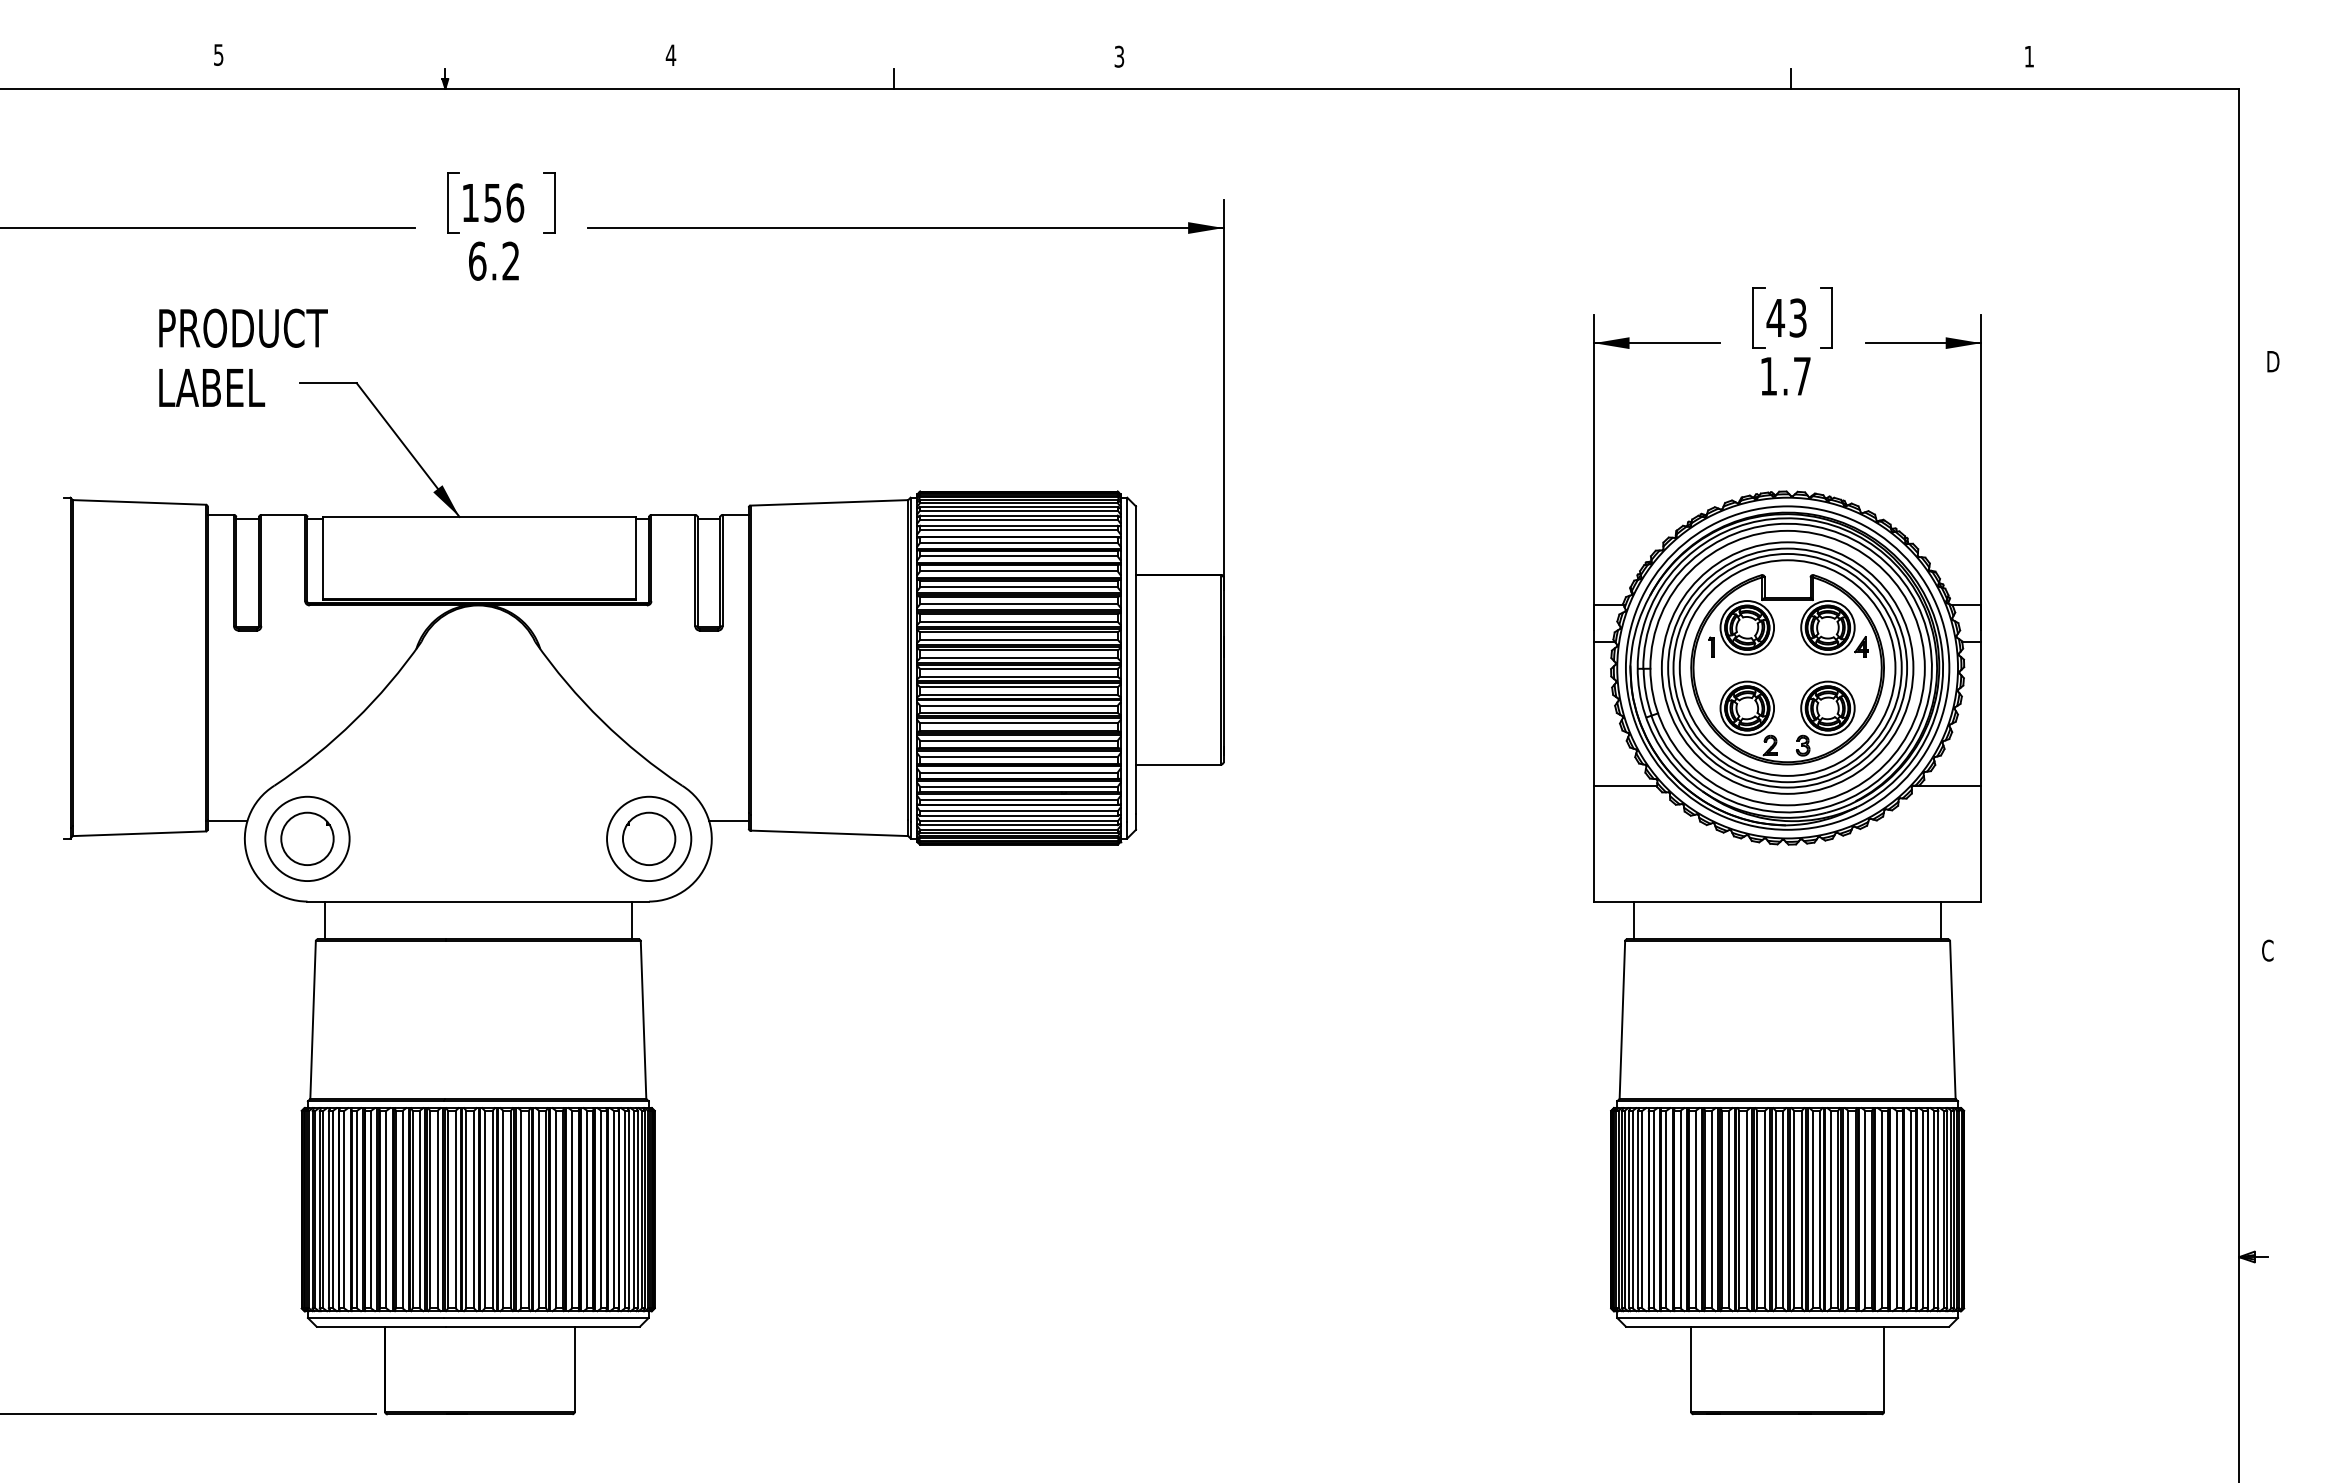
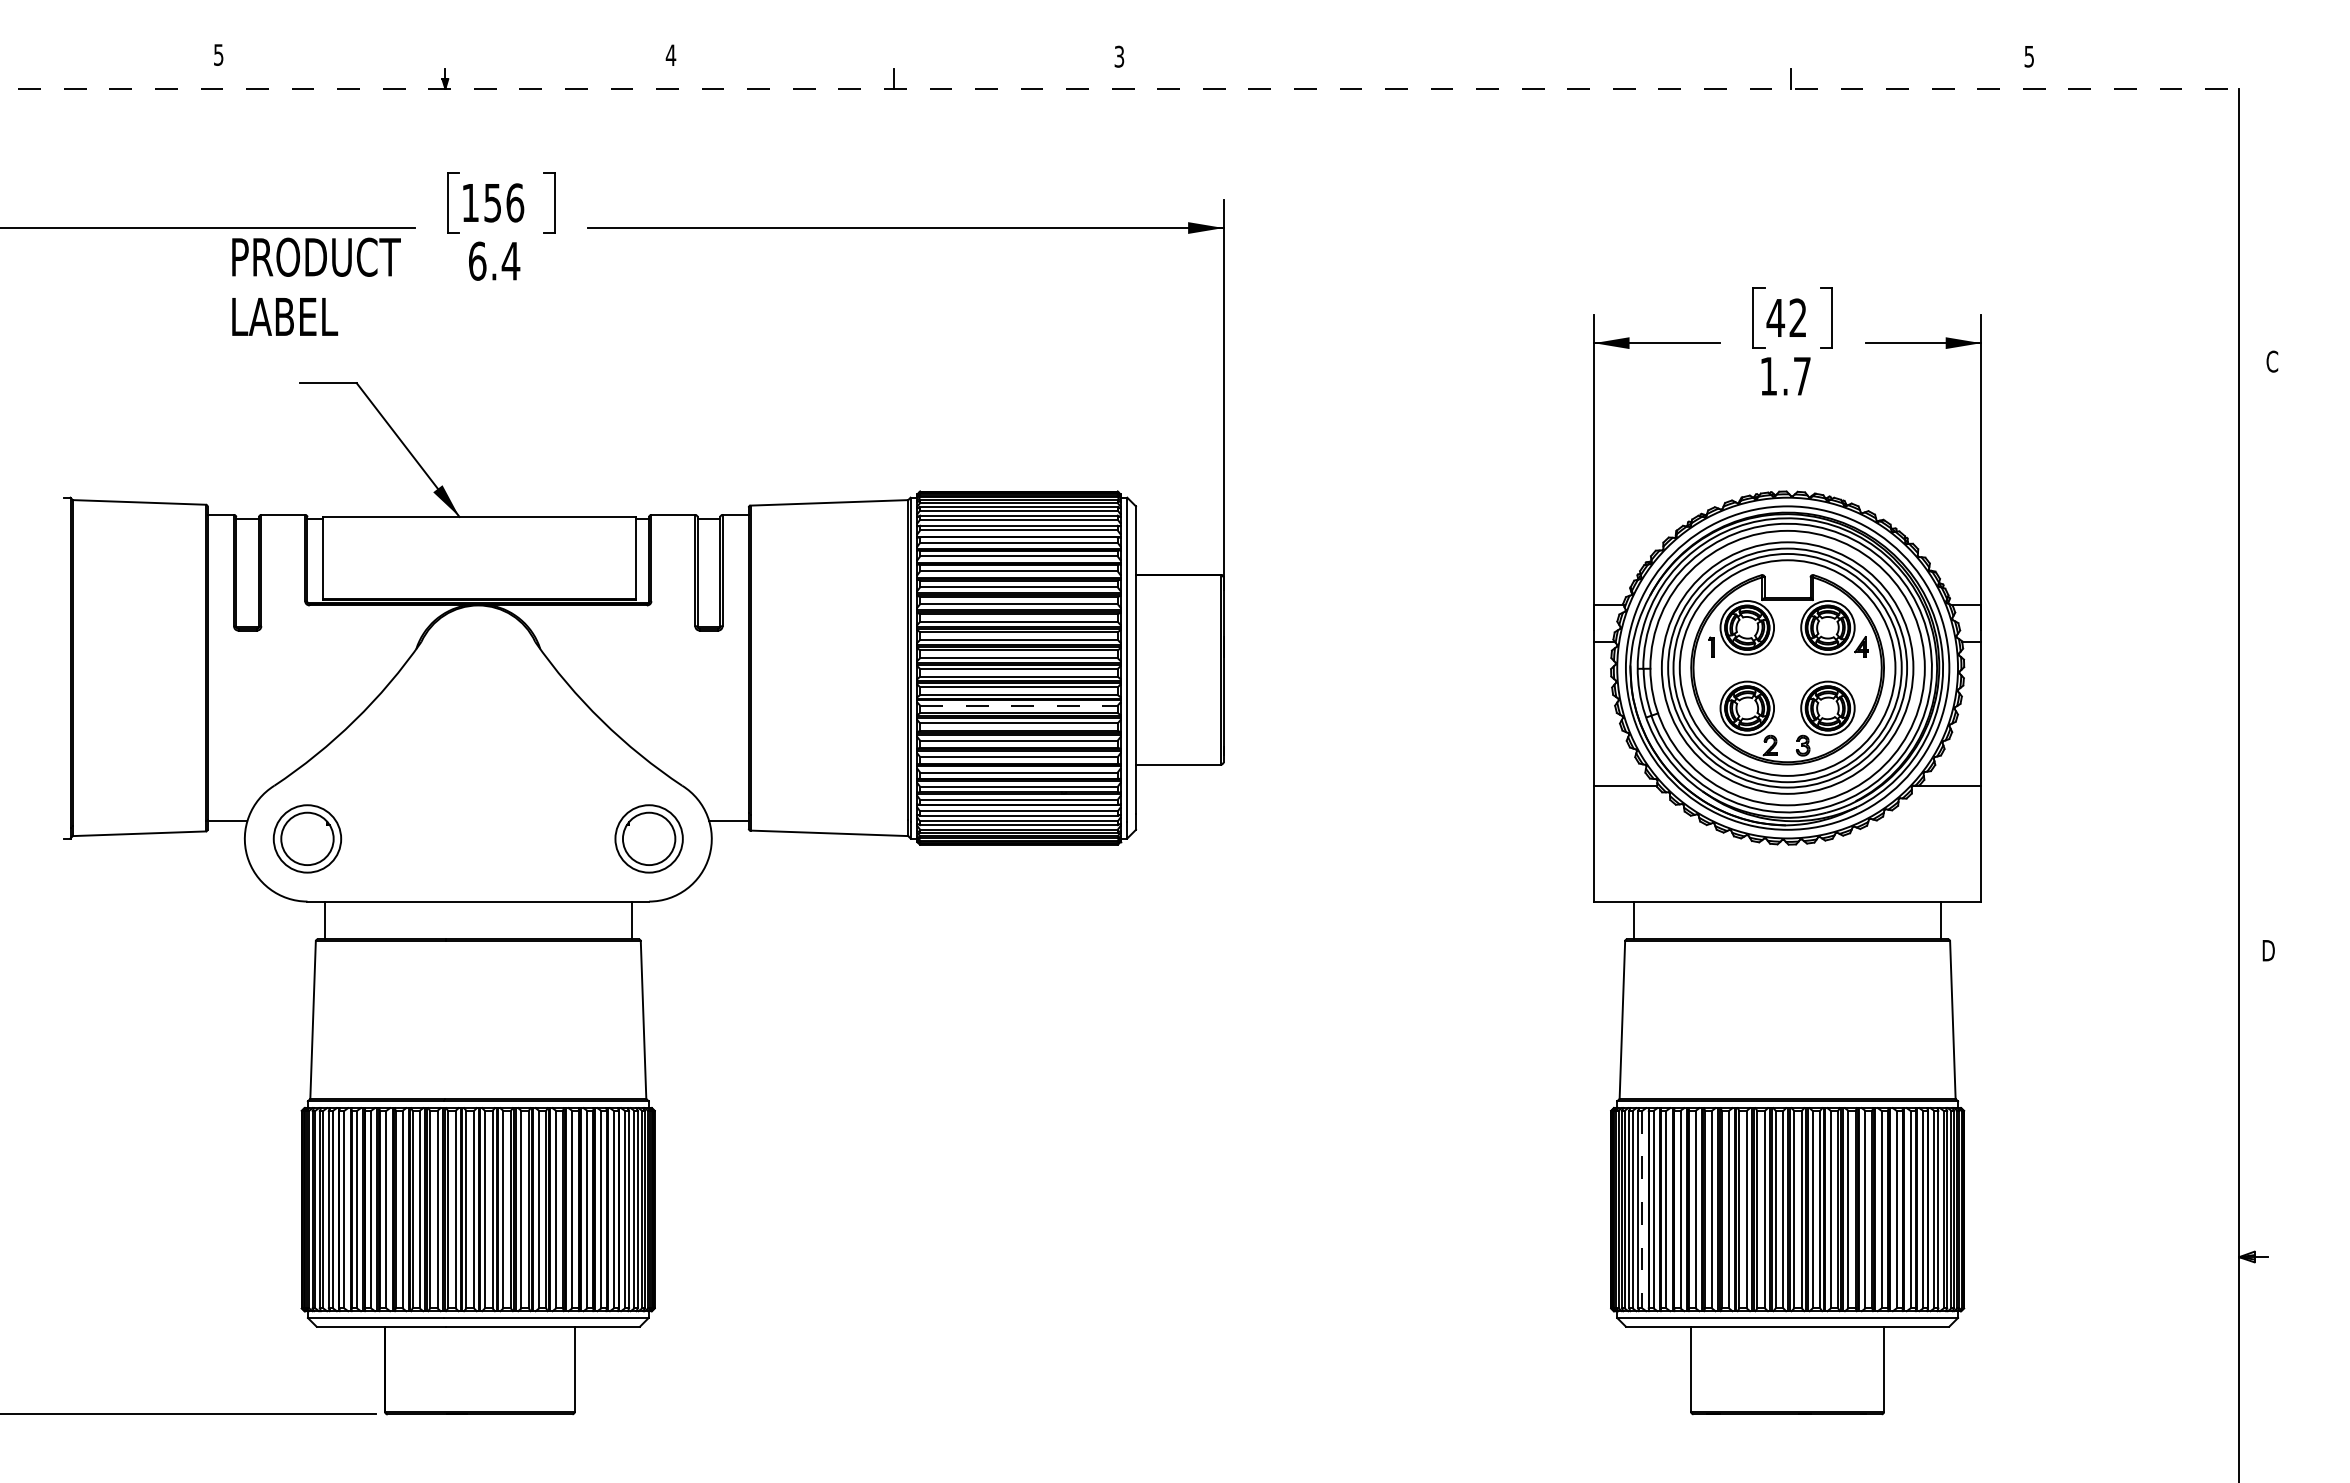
text at (2028, 56): 1 -> 5
line at (1120, 88): solid -> dashed
text at (510, 260): 6.2 -> 6.4
text at (1797, 317): 43 -> 42
text at (243, 357) position: (243, 357) -> (316, 286)
text at (2272, 361): D -> C
line at (1018, 705): solid -> dashed
circle at (307, 838) diameter: 84 px -> 67 px
circle at (649, 838) diameter: 84 px -> 67 px
text at (2268, 950): C -> D
line at (1642, 1209): solid -> dashed
